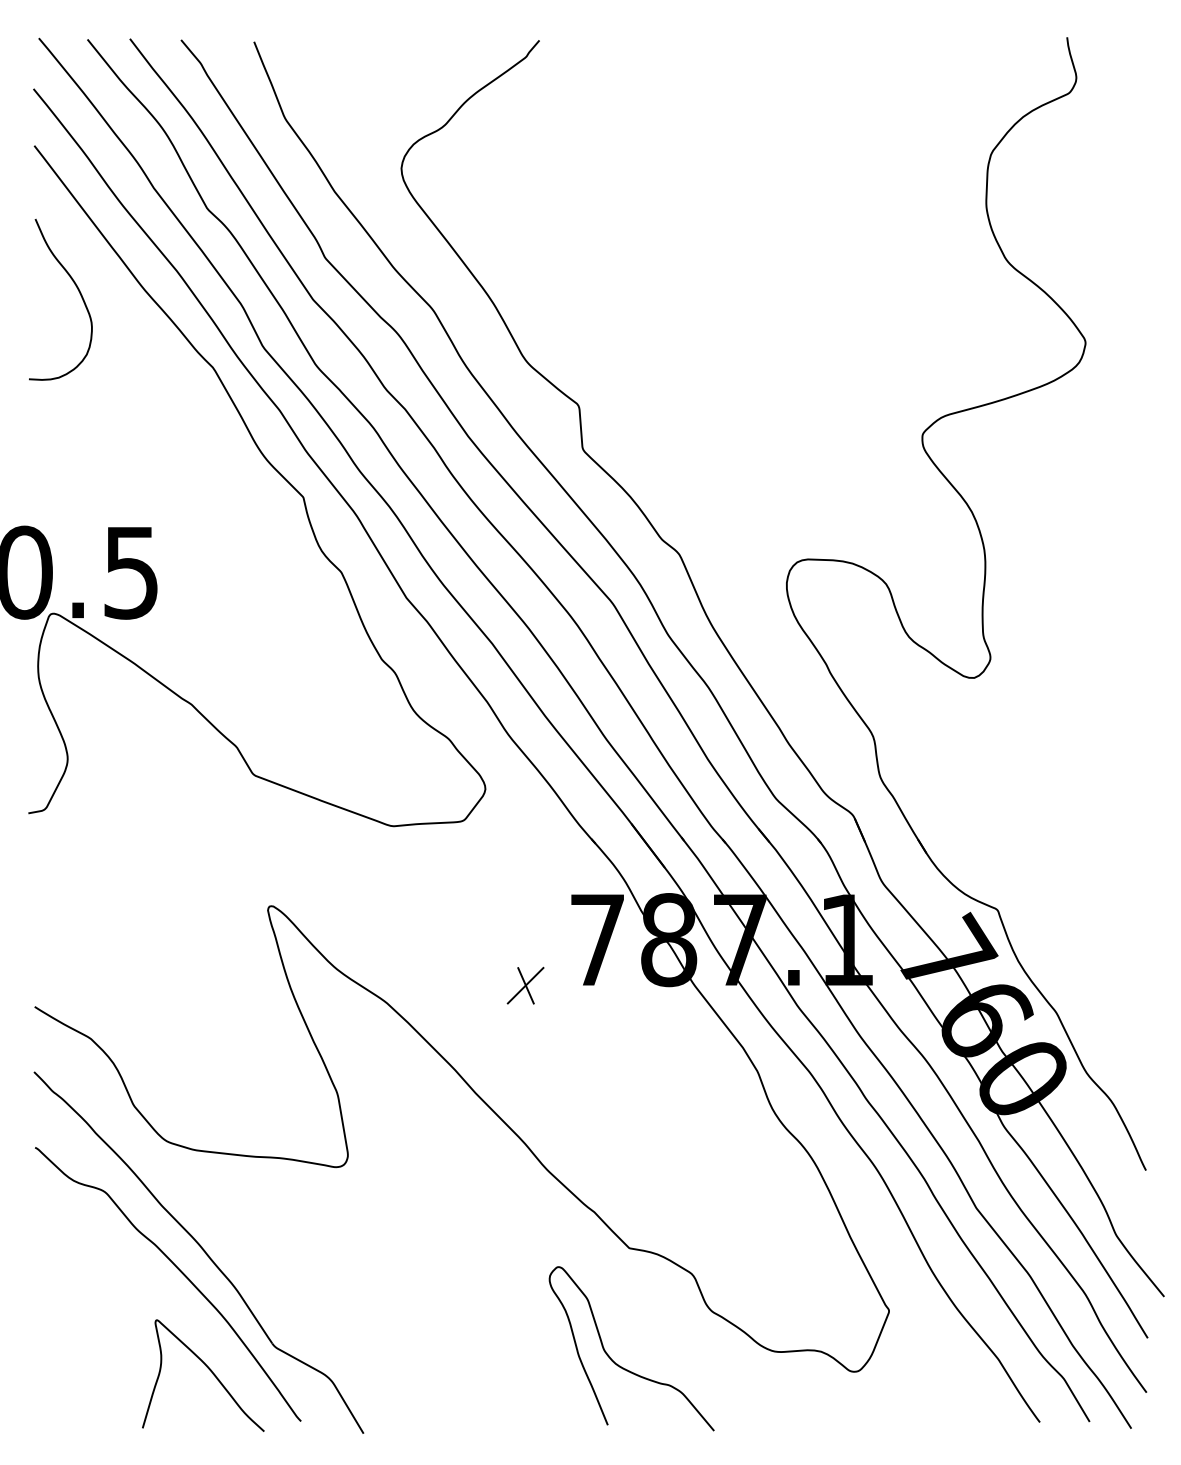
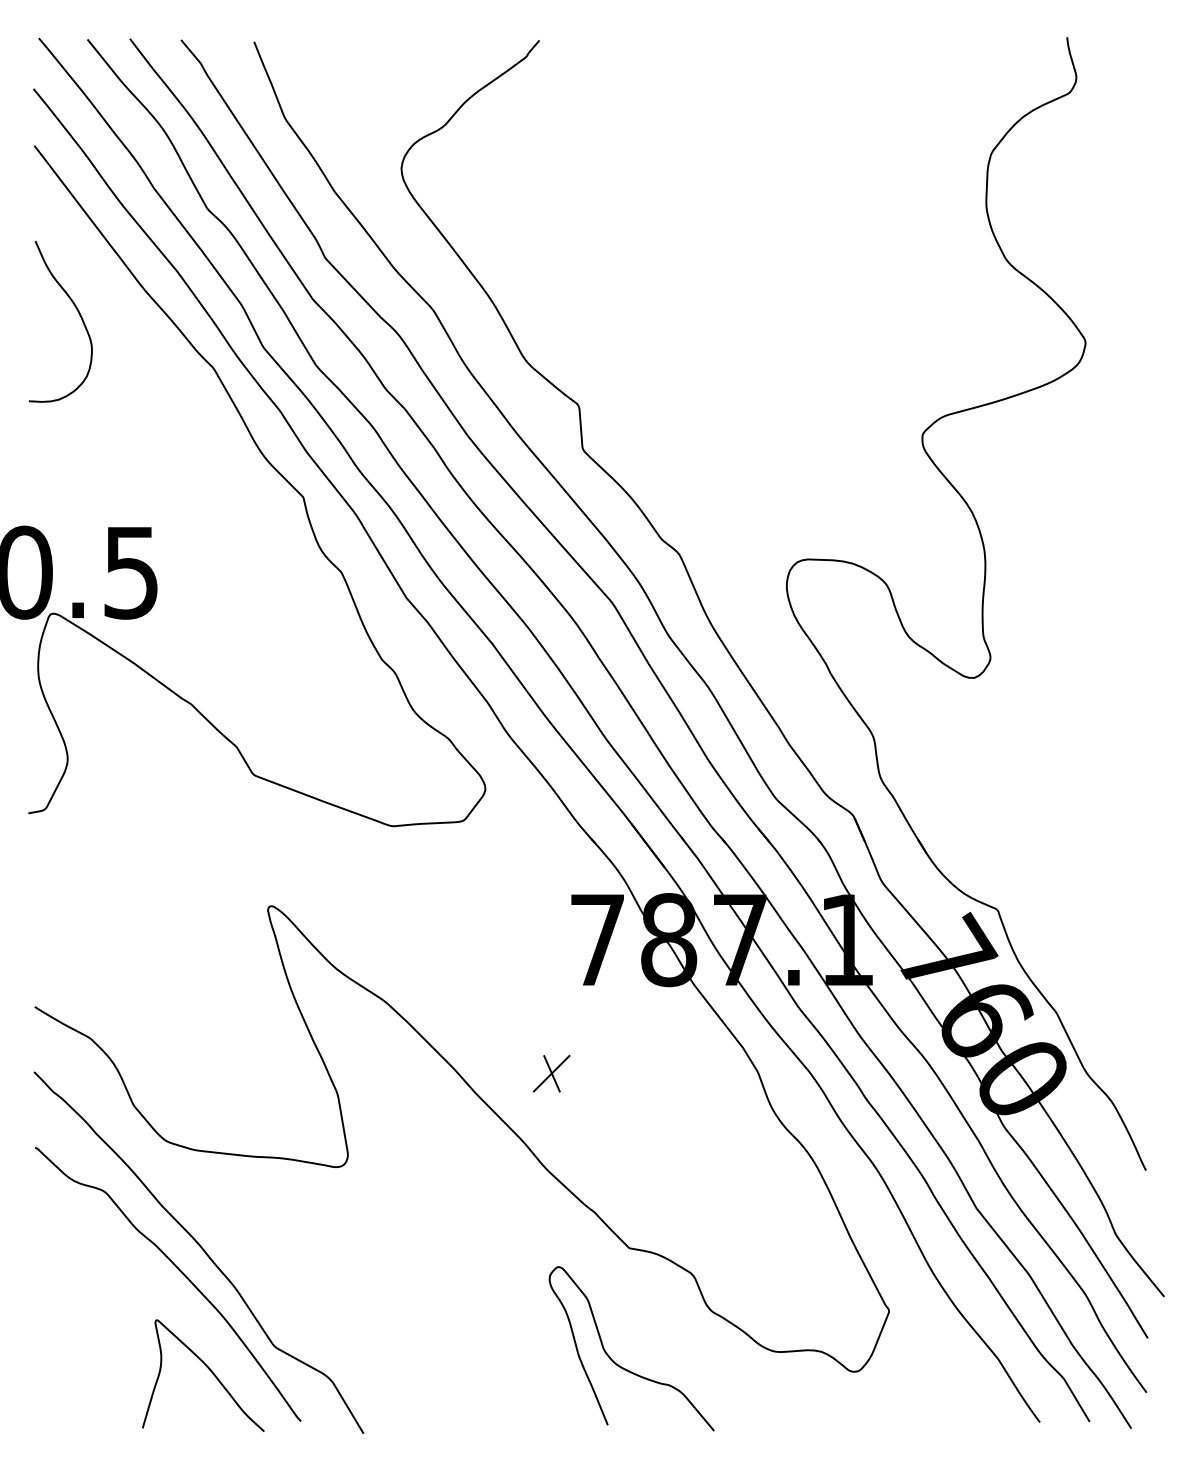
curve at (78, 291) position: (78, 291) -> (78, 313)
part at (525, 985) position: (525, 985) -> (551, 1073)
